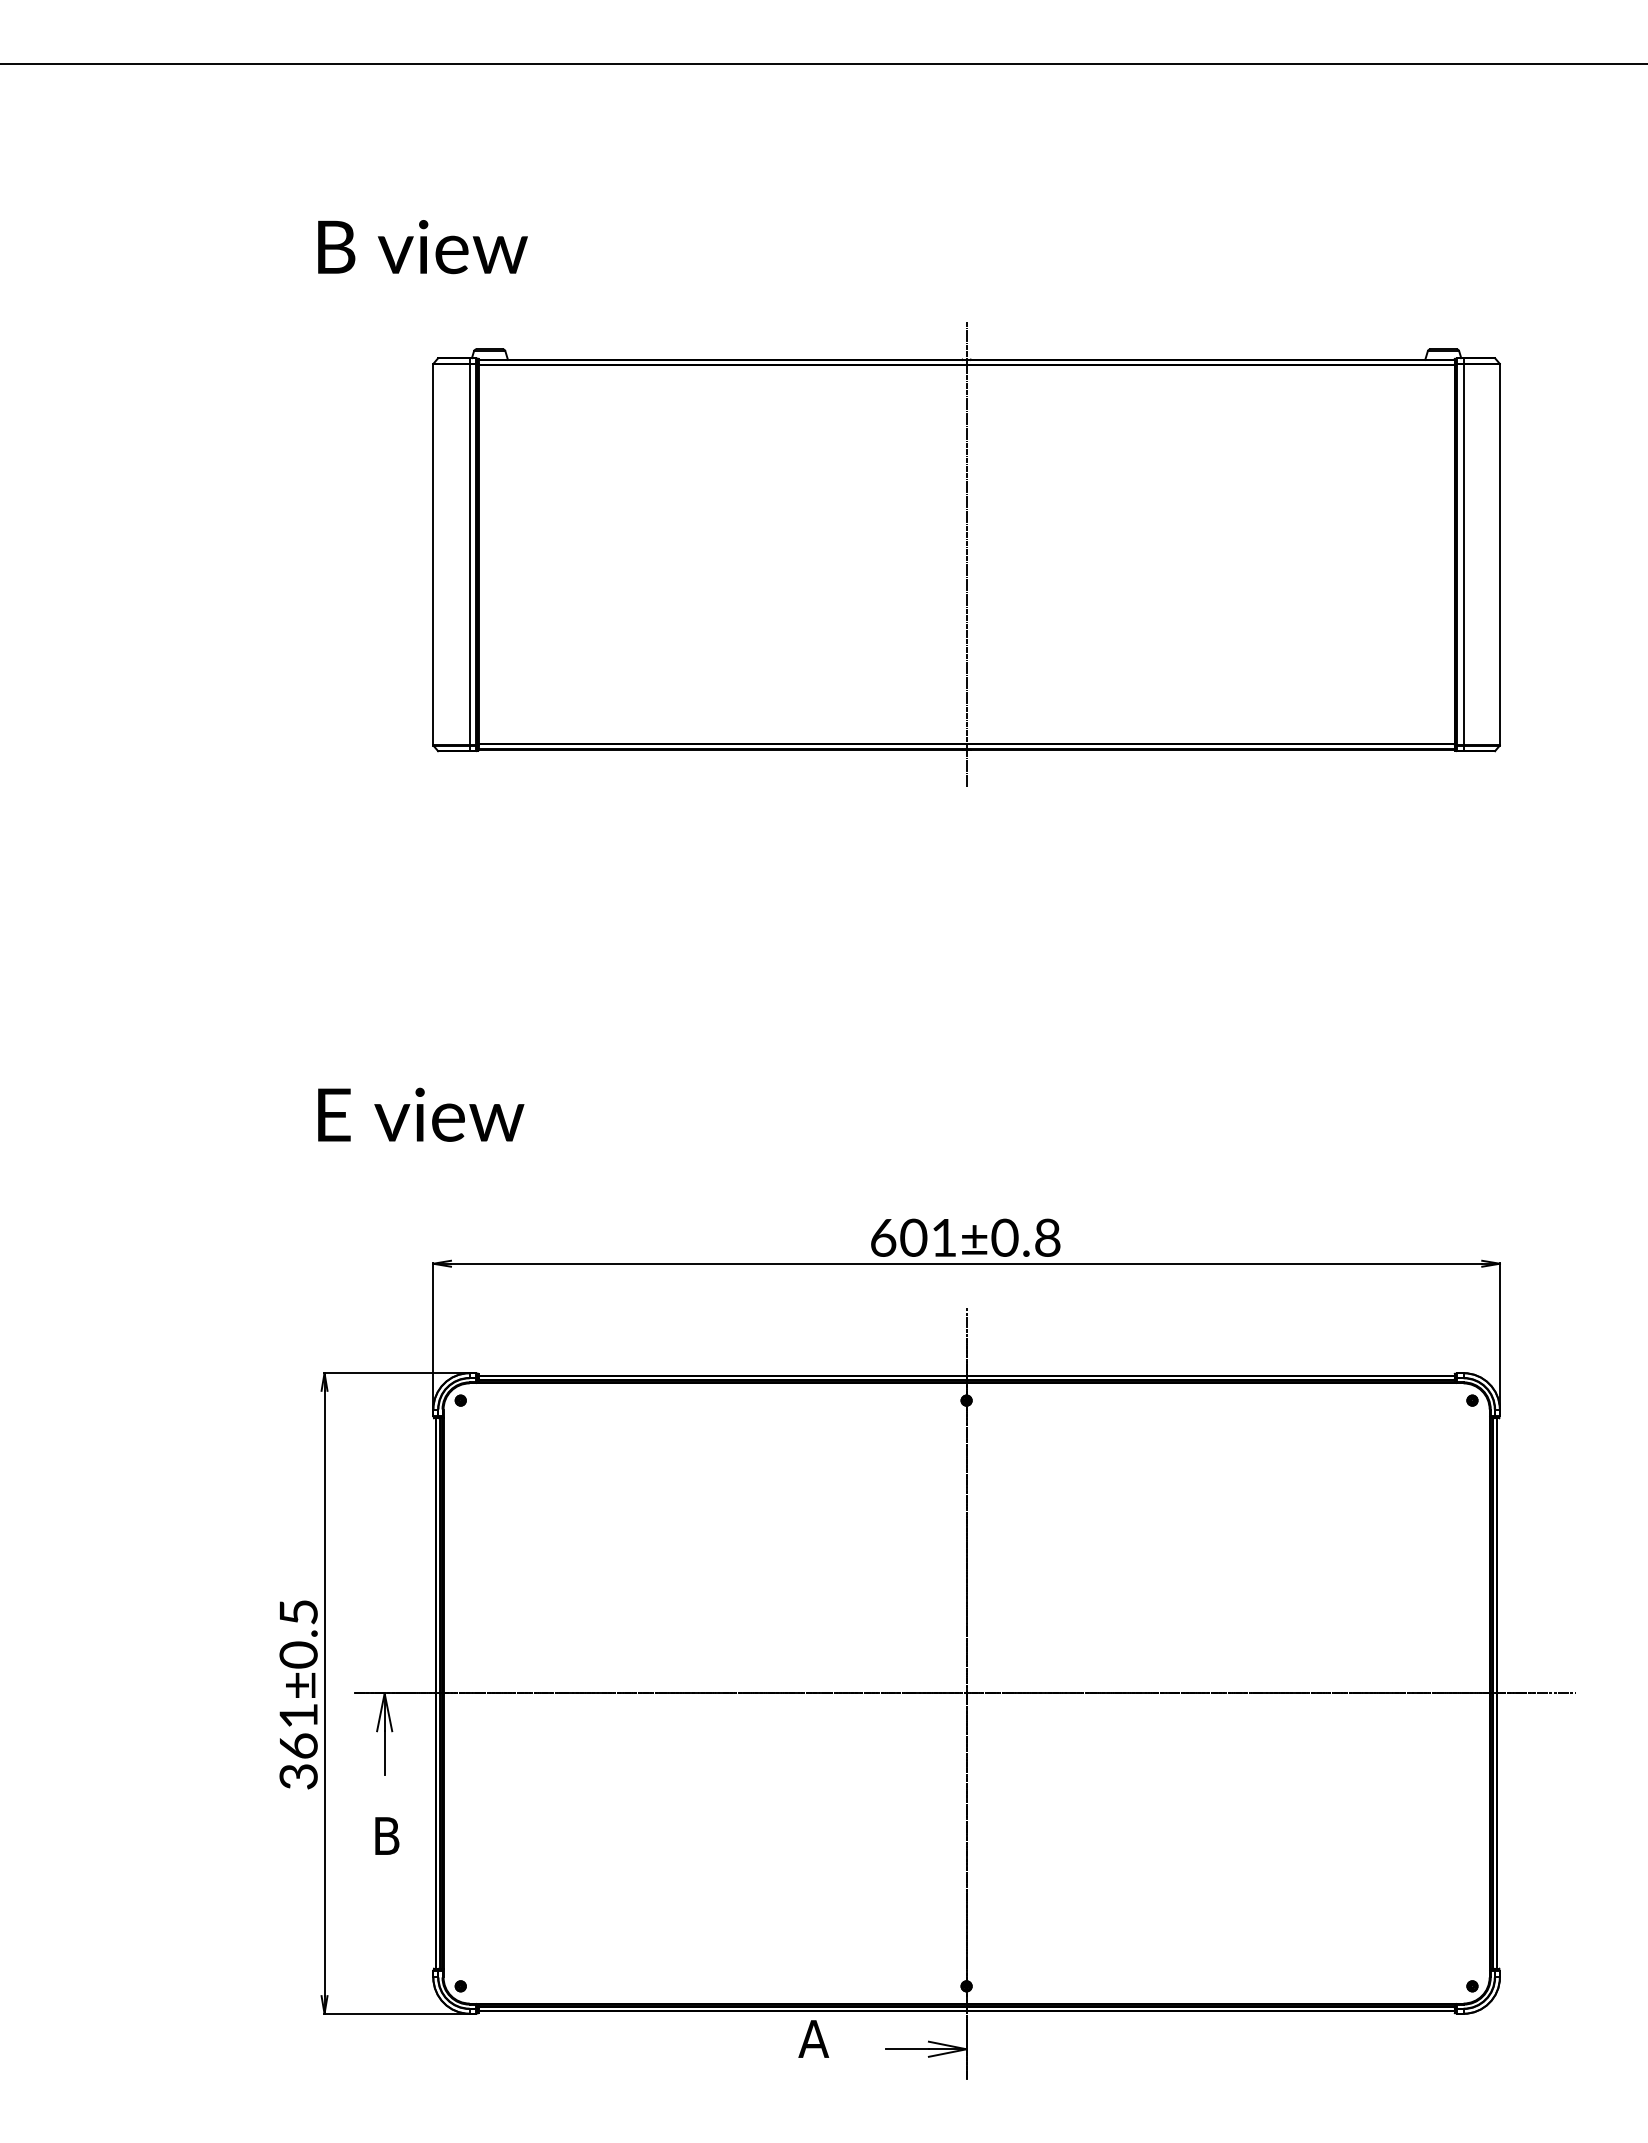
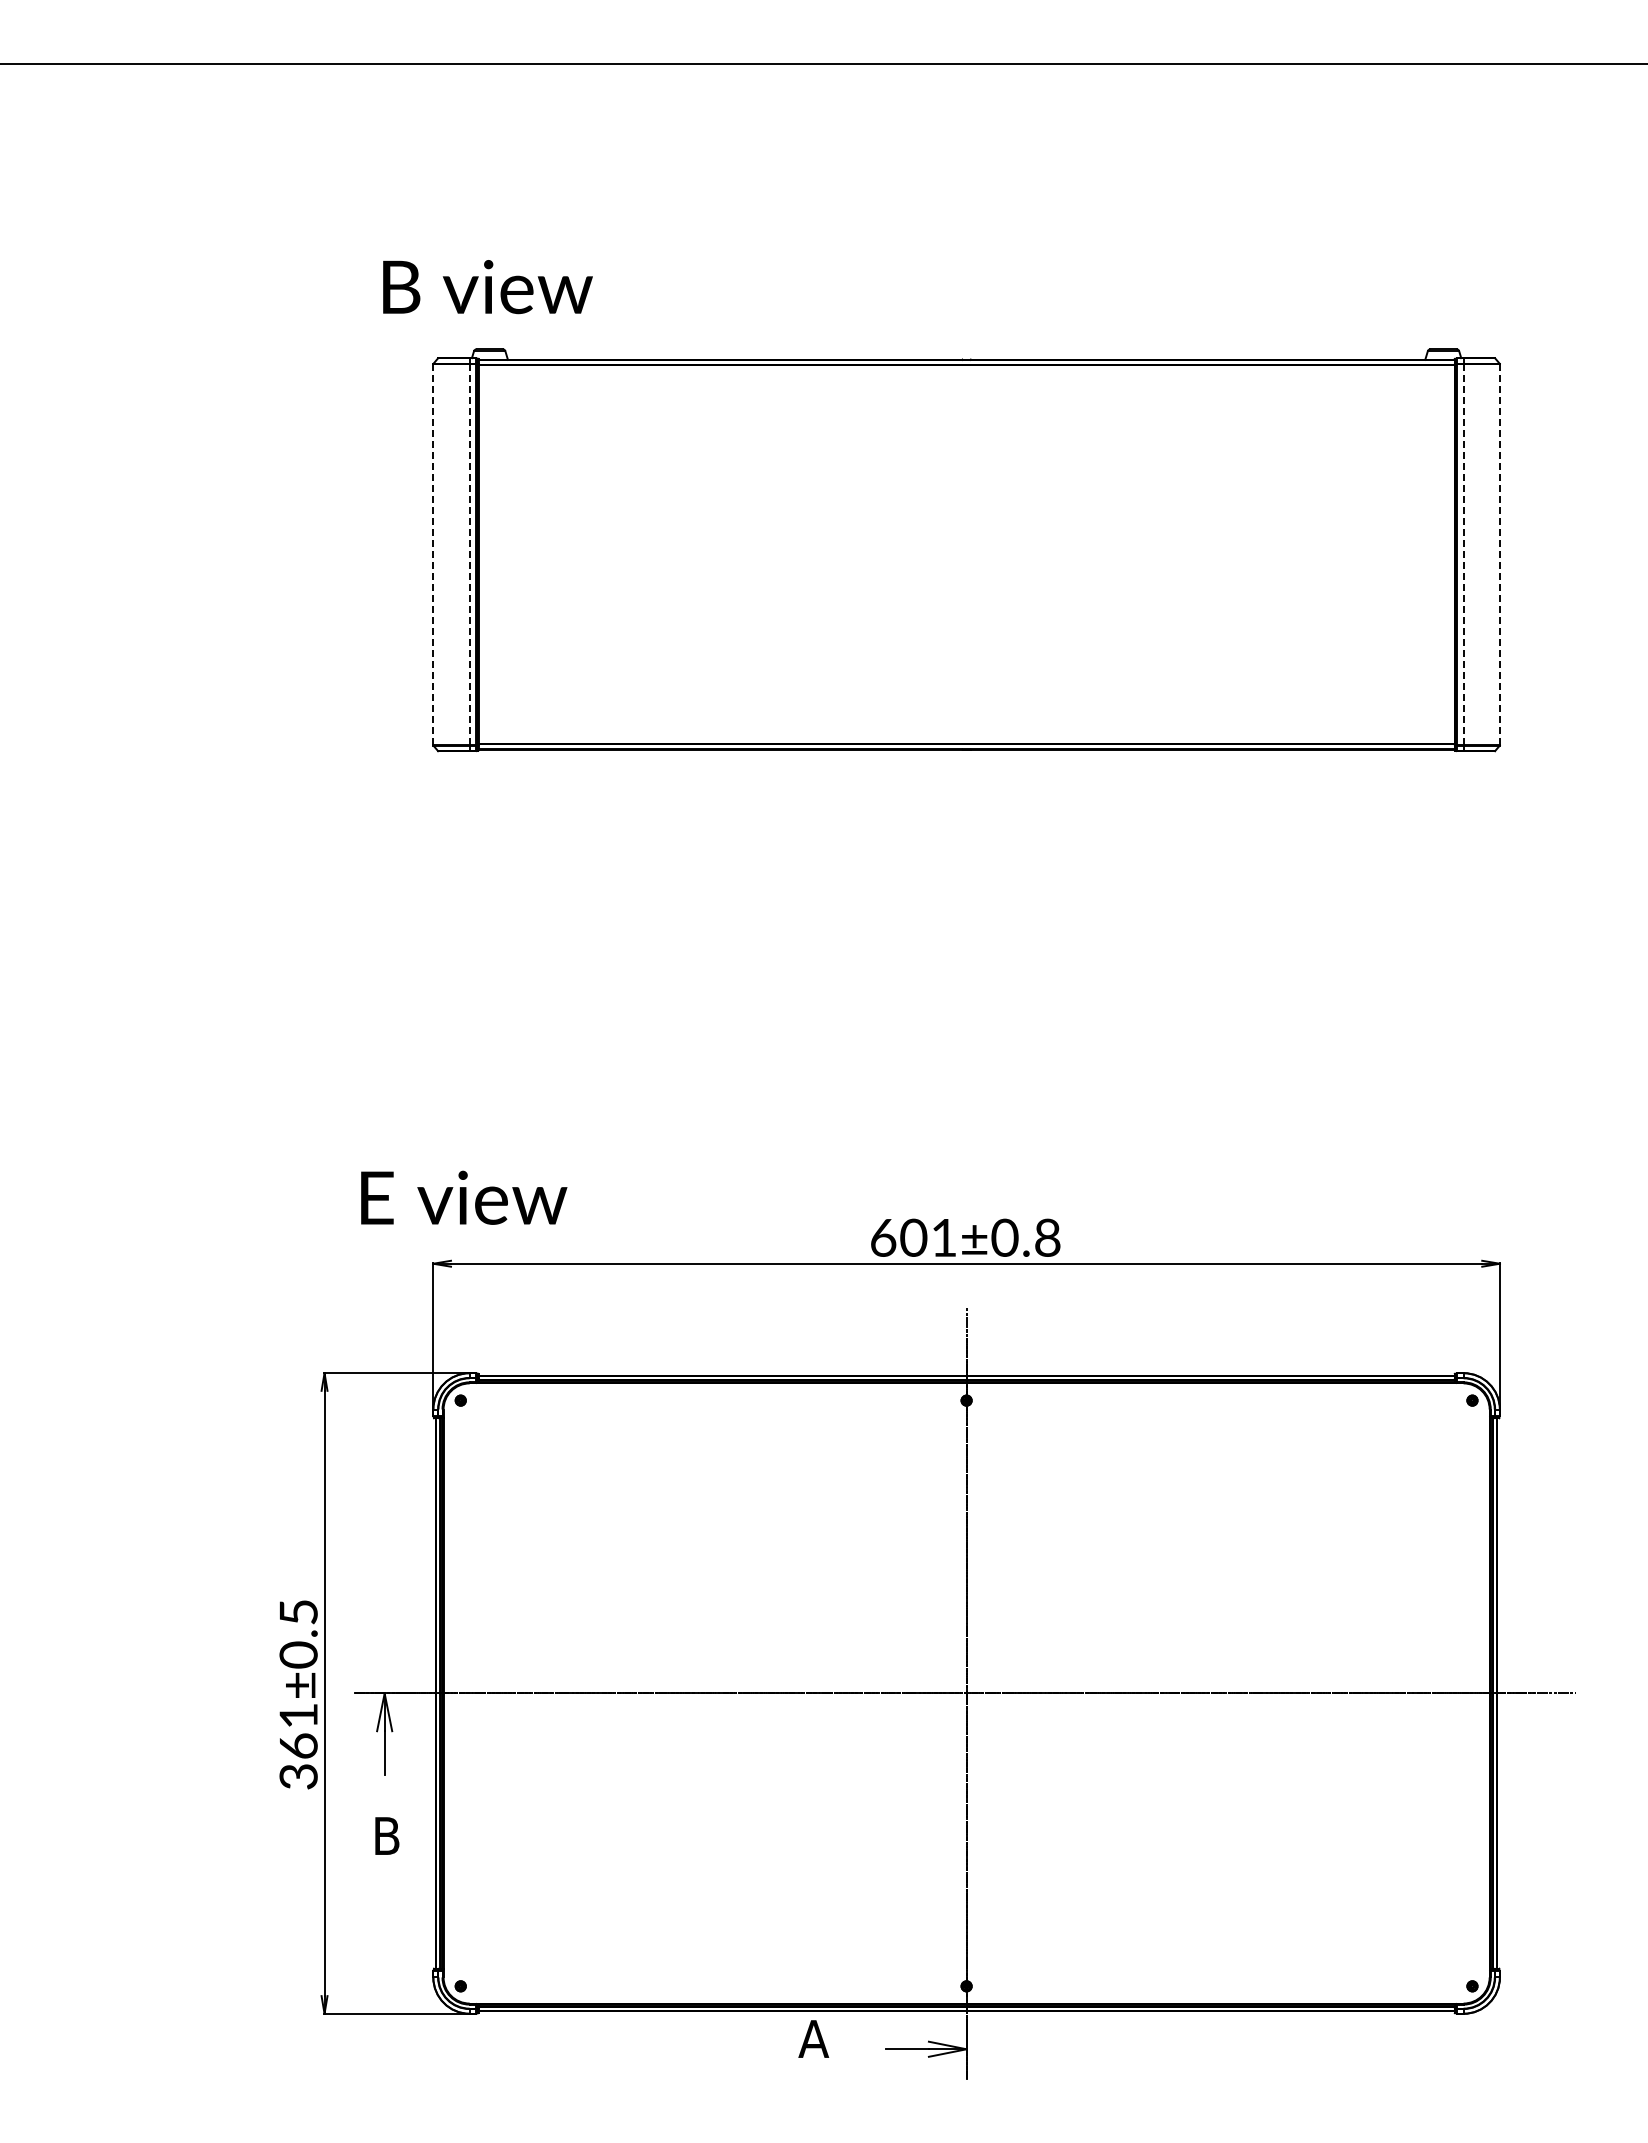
text at (422, 247) position: (422, 247) -> (487, 287)
line at (433, 554): solid -> dashed
line at (469, 554): solid -> dashed
line at (966, 554): present -> none
line at (1463, 554): solid -> dashed
line at (1499, 554): solid -> dashed
text at (421, 1114) position: (421, 1114) -> (464, 1197)
